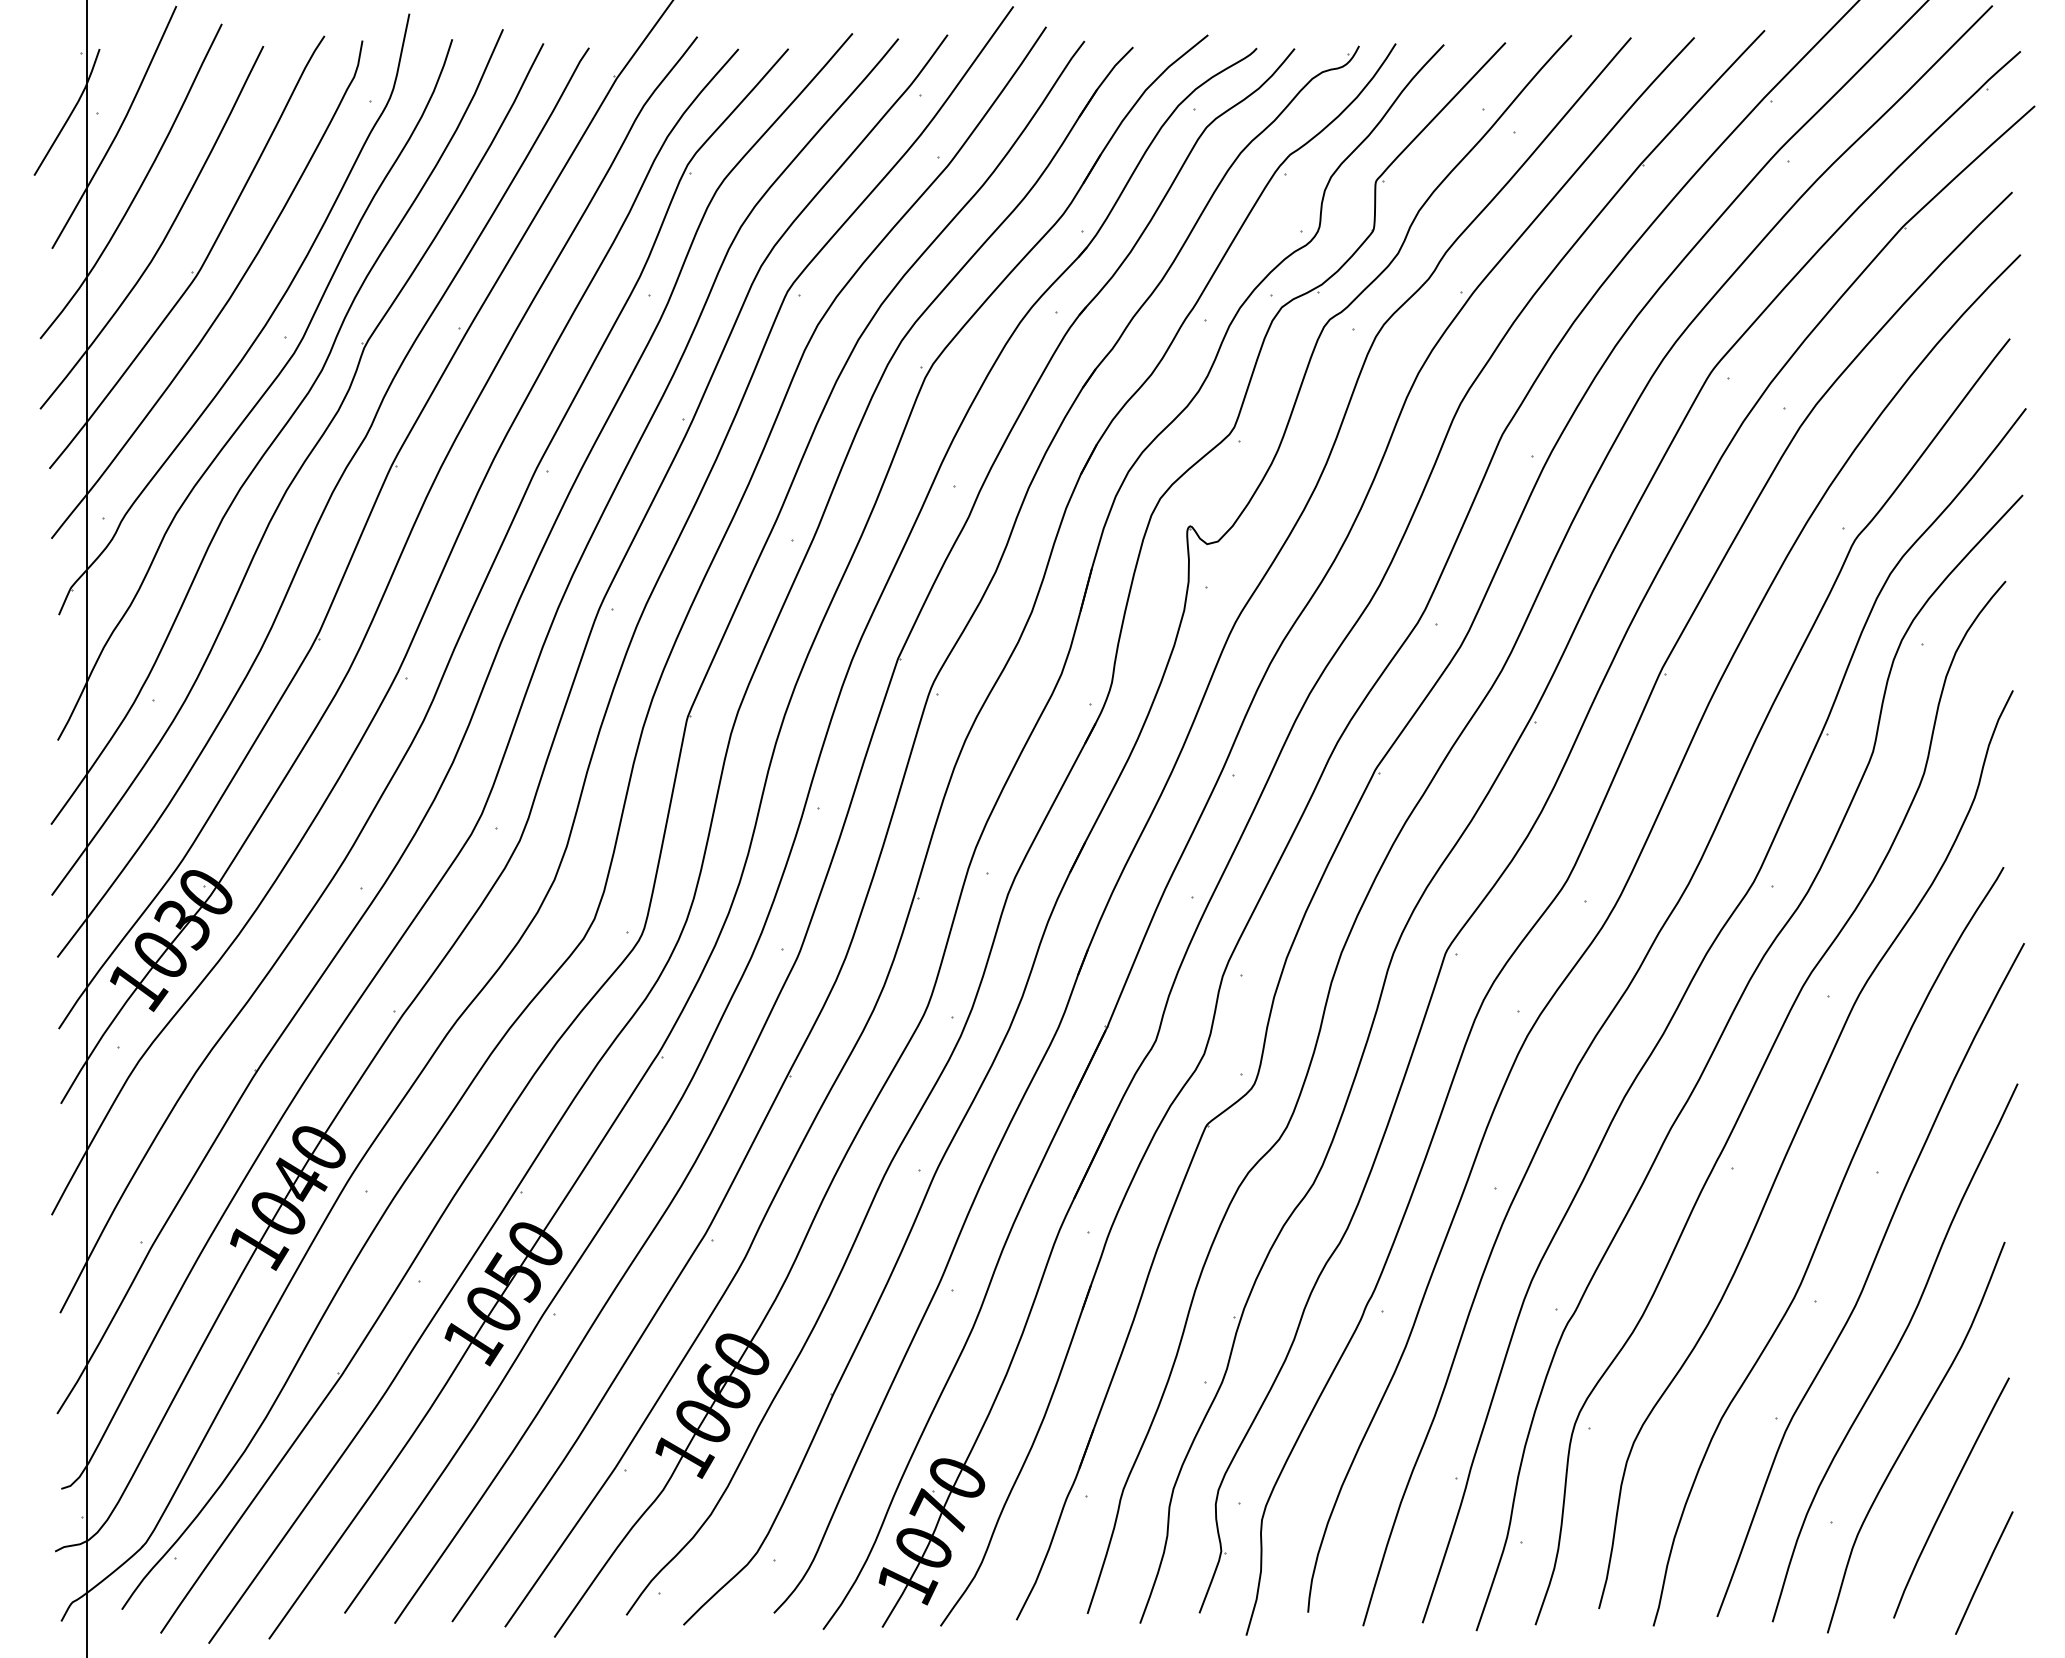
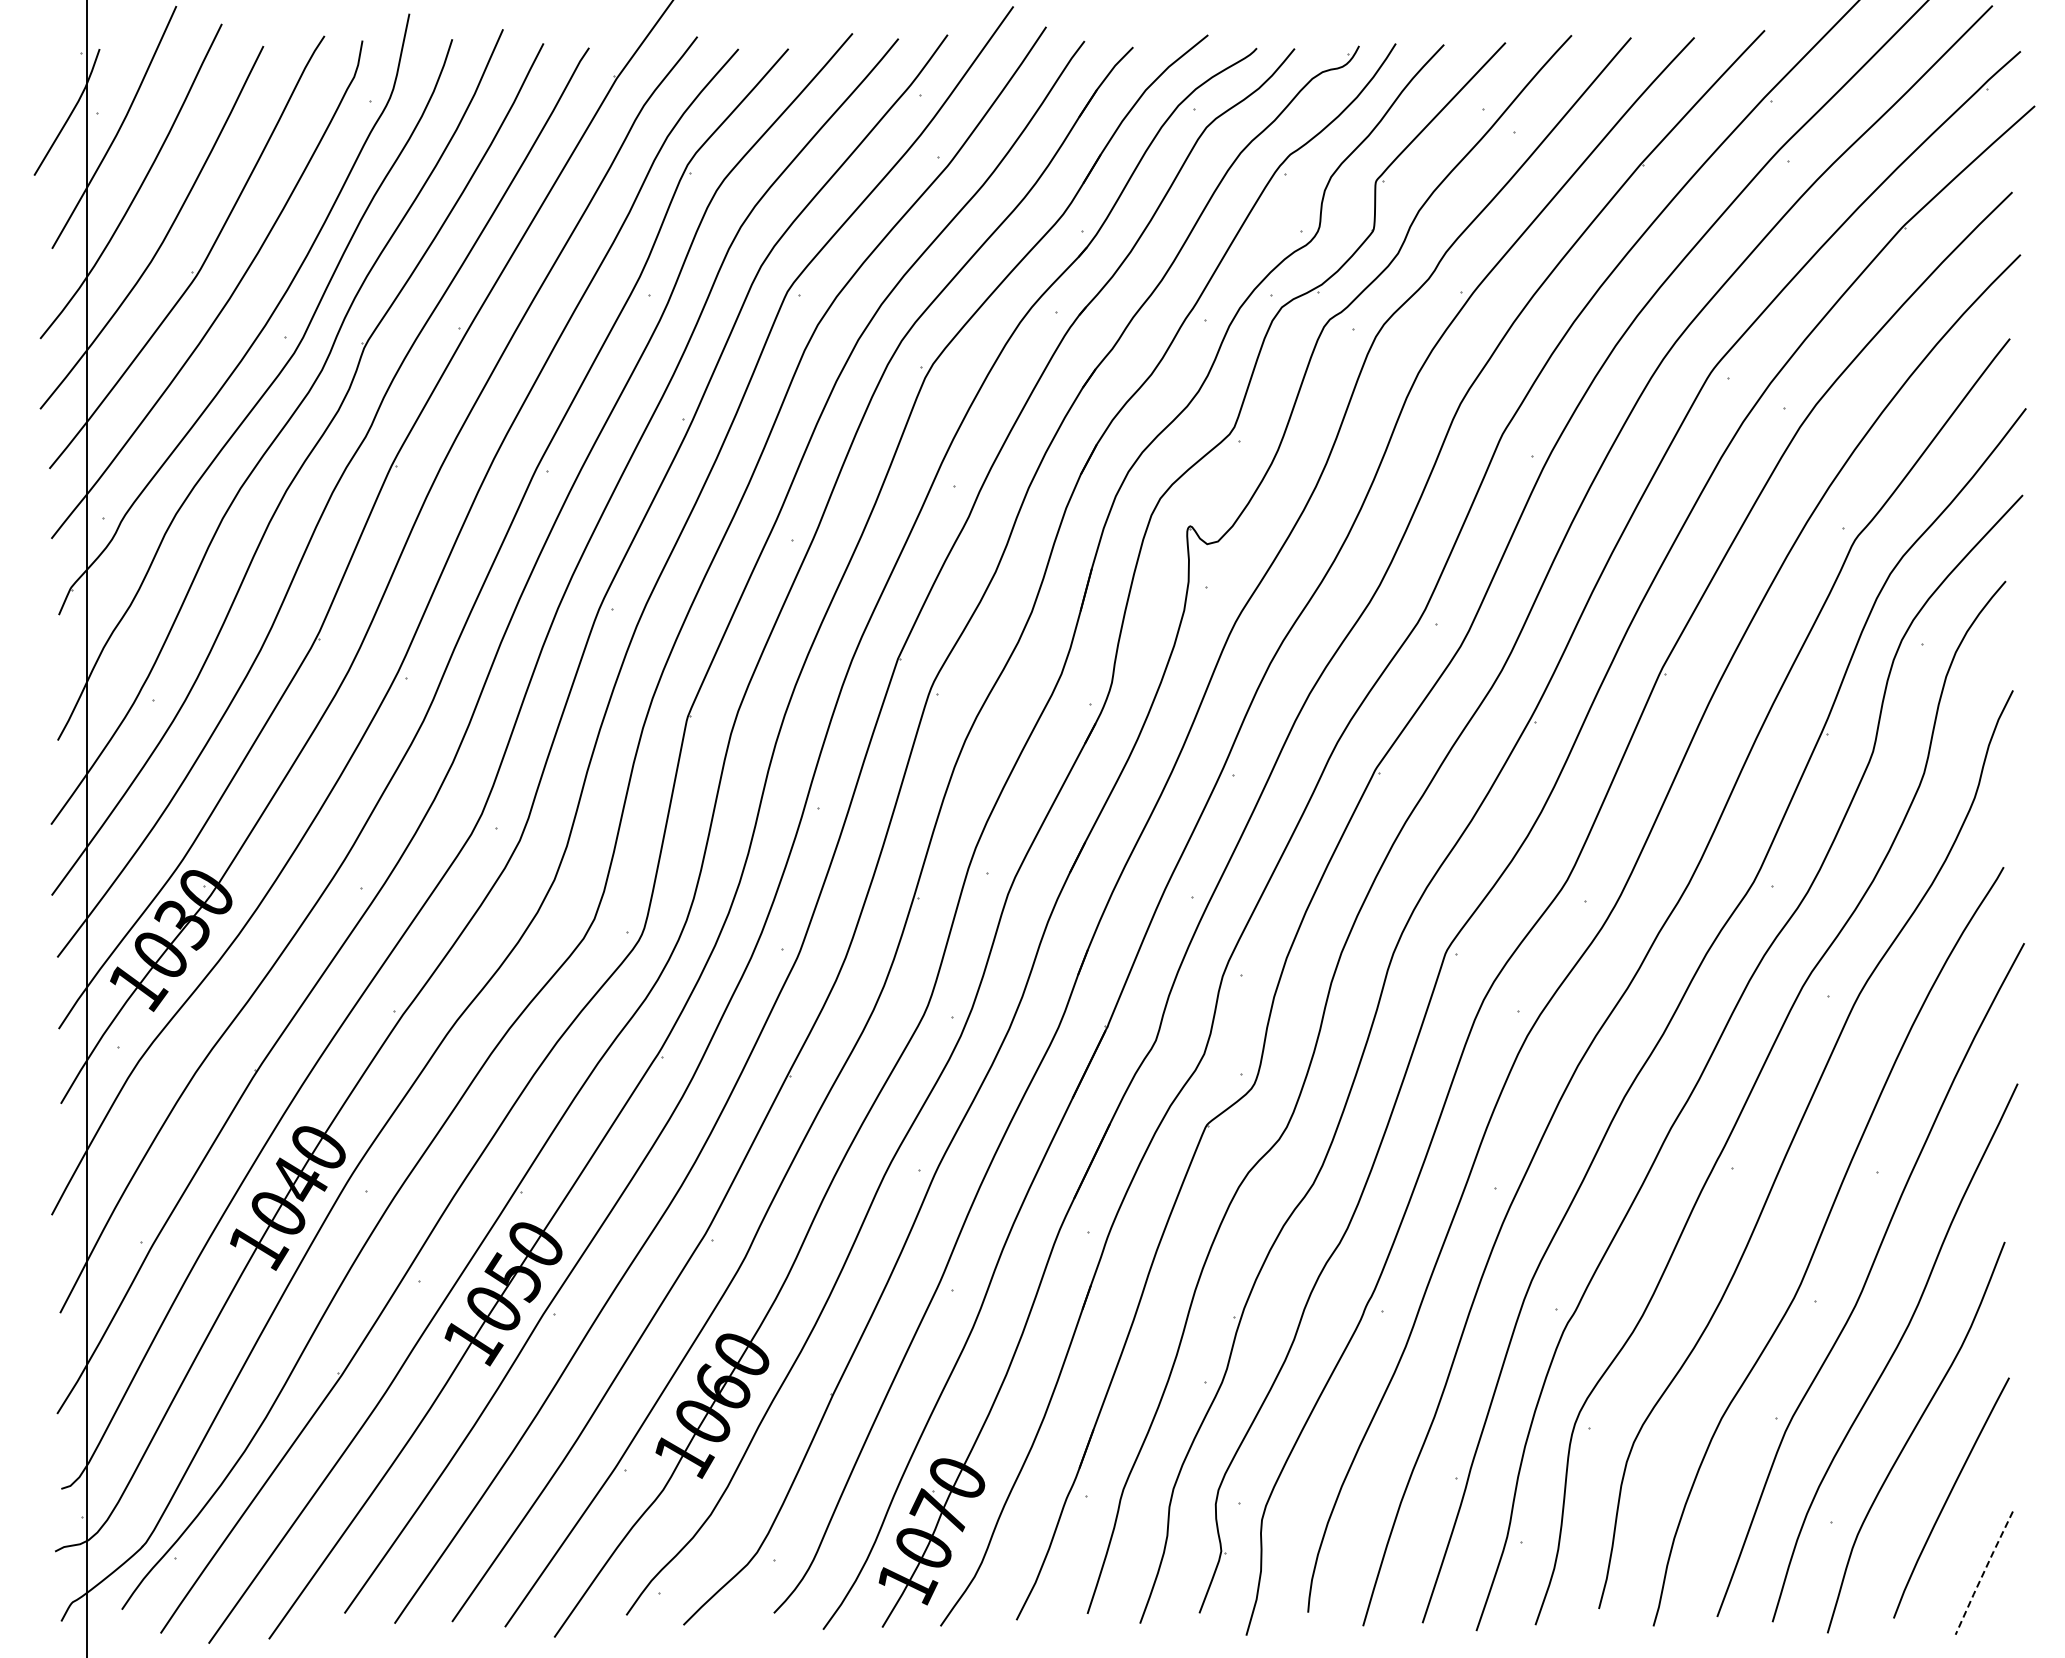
line at (1983, 1573): solid -> dashed
